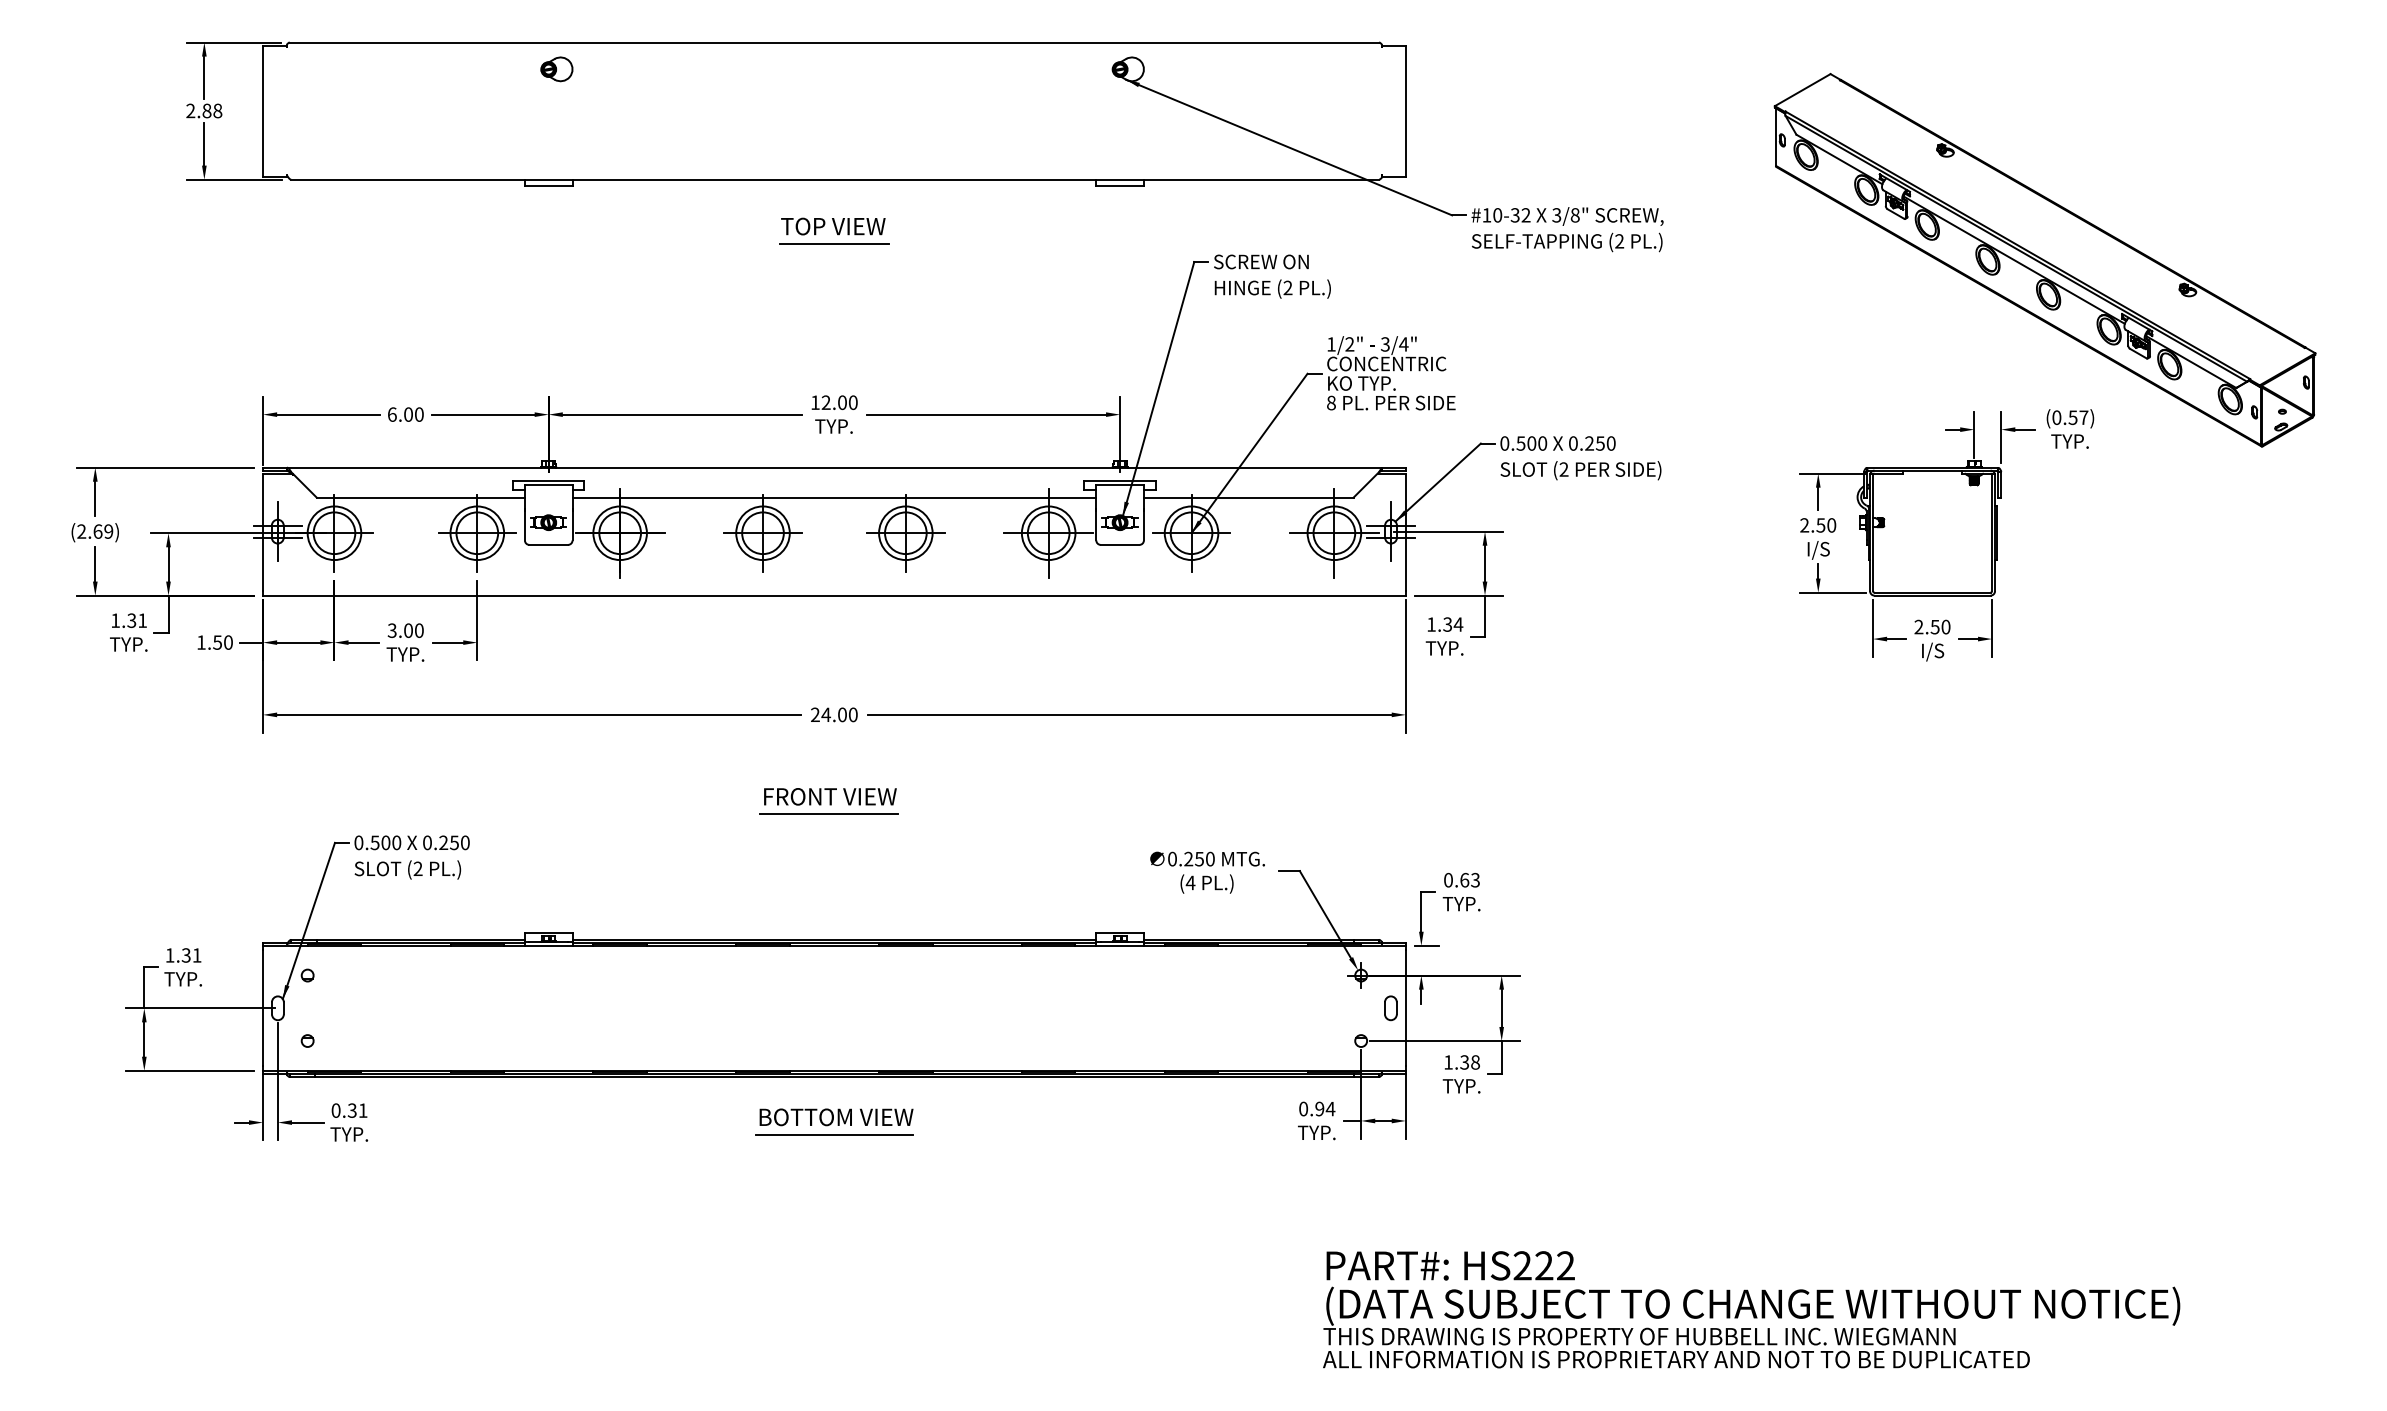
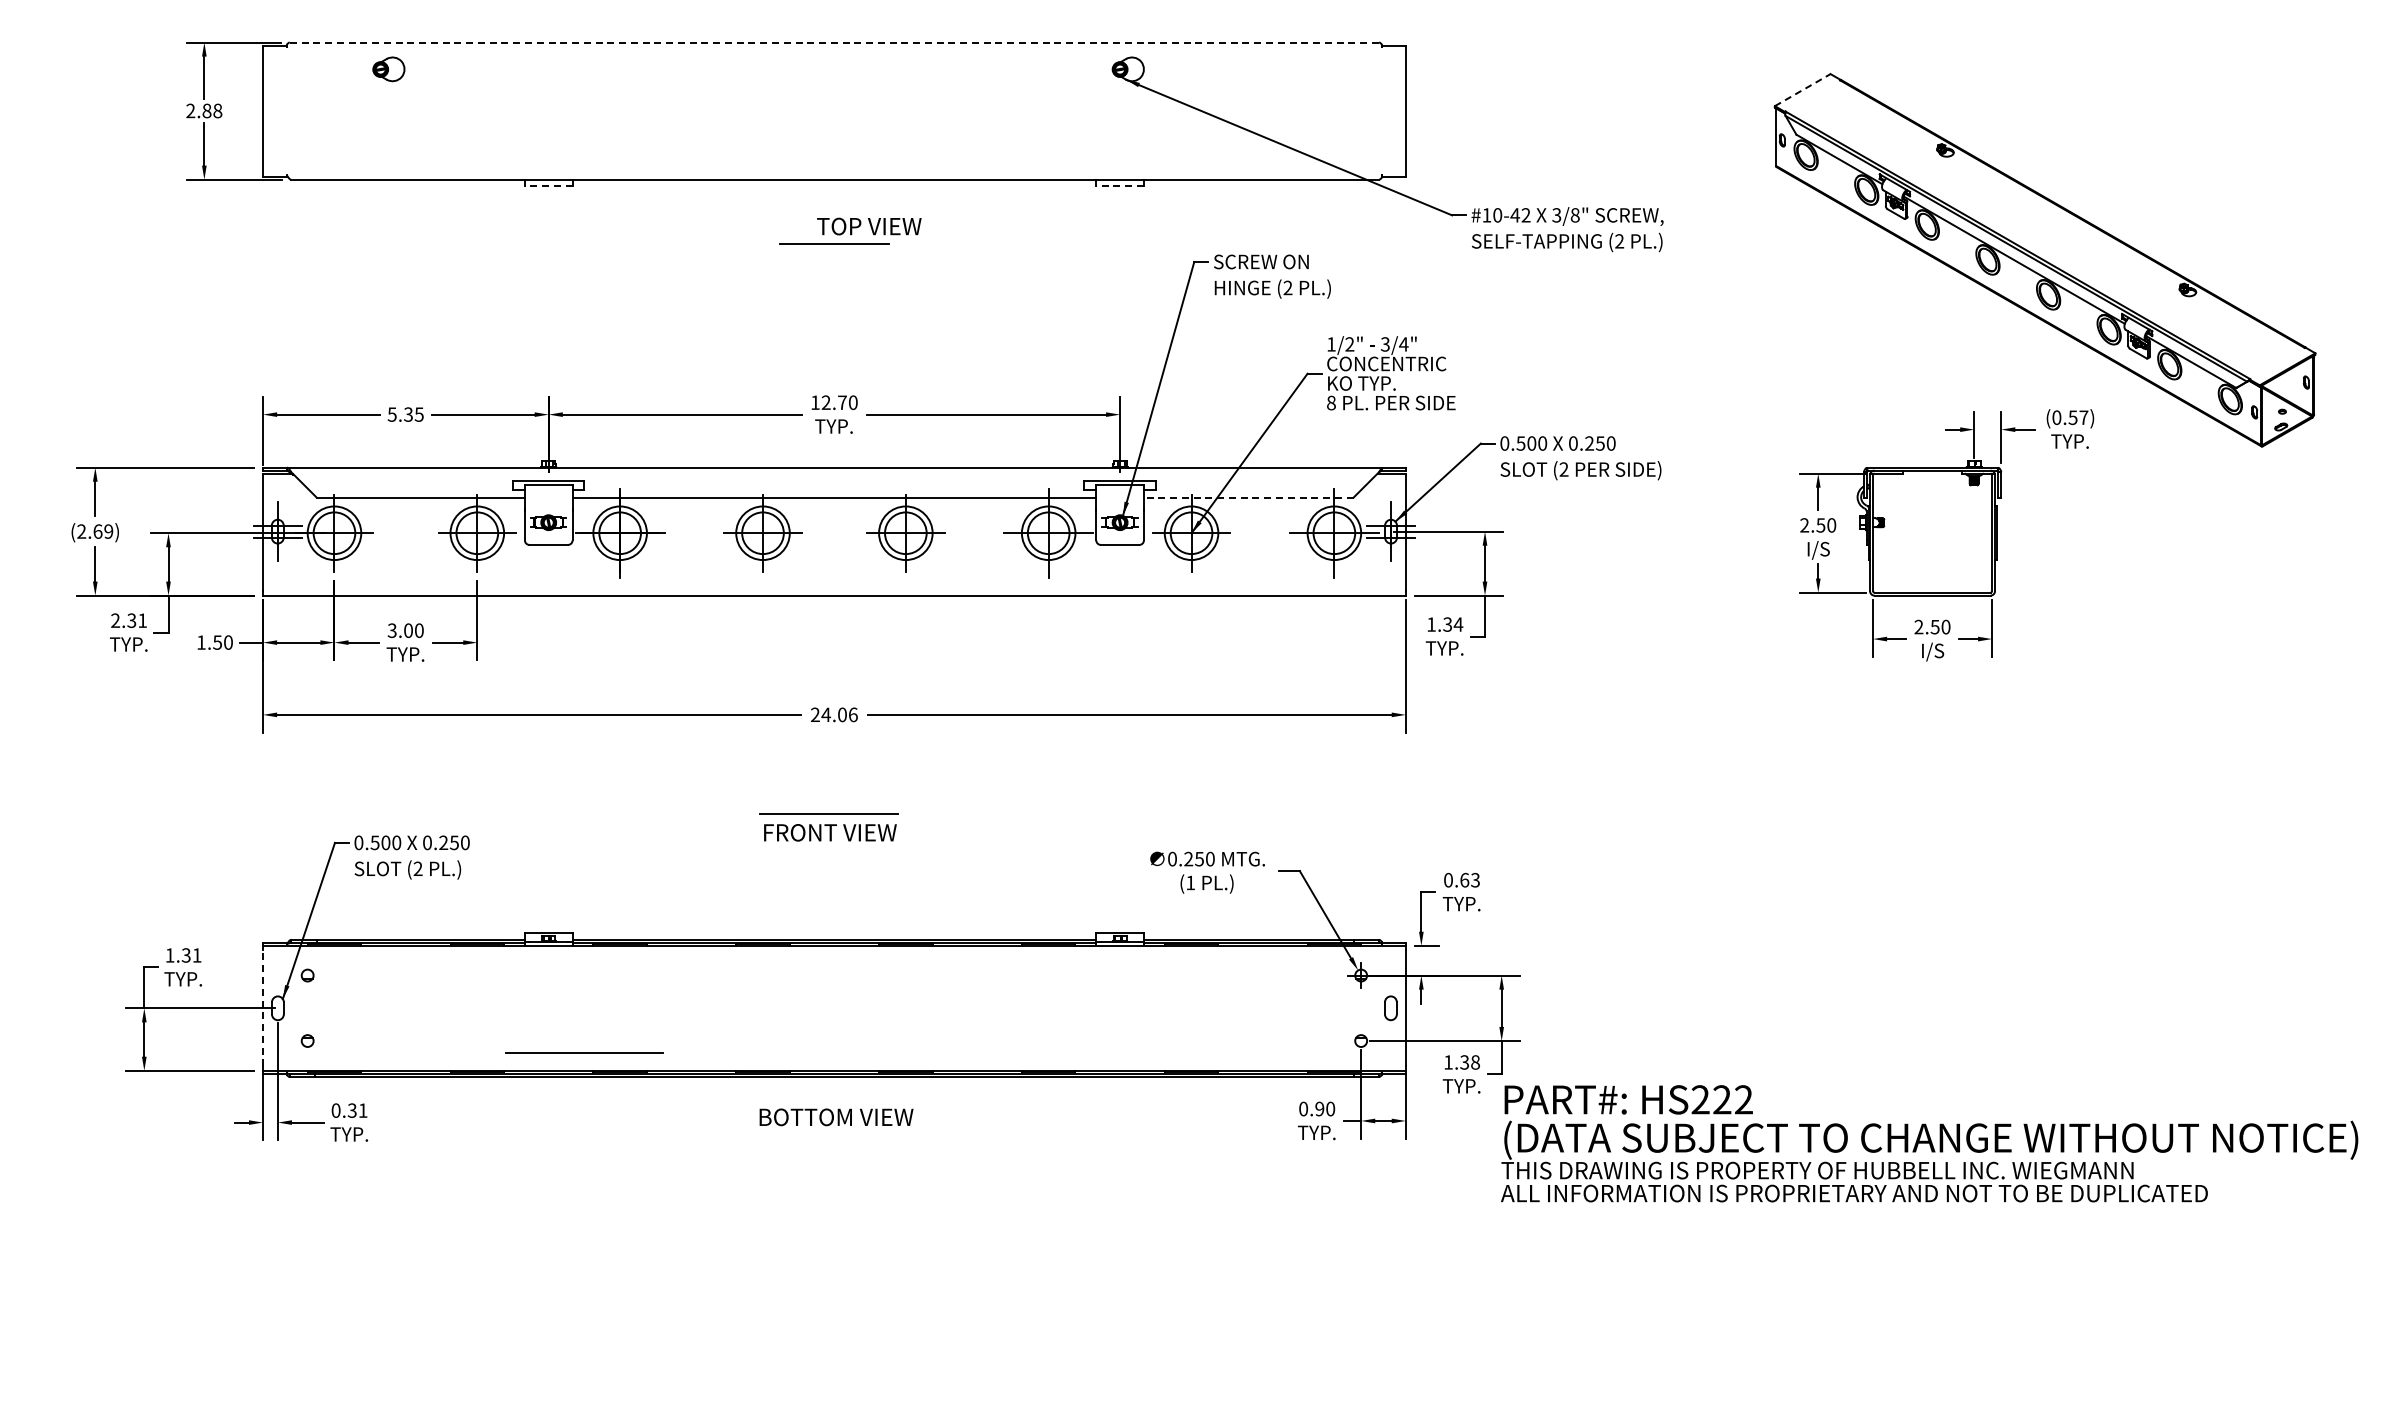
line at (834, 42): solid -> dashed
part at (556, 69) position: (556, 69) -> (388, 69)
line at (1803, 89): solid -> dashed
line at (548, 186): solid -> dashed
line at (1120, 186): solid -> dashed
text at (1515, 215): #10-32 -> #10-42
text at (833, 226) position: (833, 226) -> (869, 226)
text at (842, 402): 12.00 -> 12.70
text at (405, 414): 6.00 -> 5.35
line at (1248, 497): solid -> dashed
text at (115, 620): 1.31 -> 2.31
text at (853, 714): 24.00 -> 24.06
text at (830, 796) position: (830, 796) -> (830, 832)
text at (1190, 882): (4 -> (1
line at (263, 1007): solid -> dashed
text at (1330, 1108): 0.94 -> 0.90
line at (834, 1134) position: (834, 1134) -> (584, 1052)
text at (1751, 1309) position: (1751, 1309) -> (1929, 1143)
